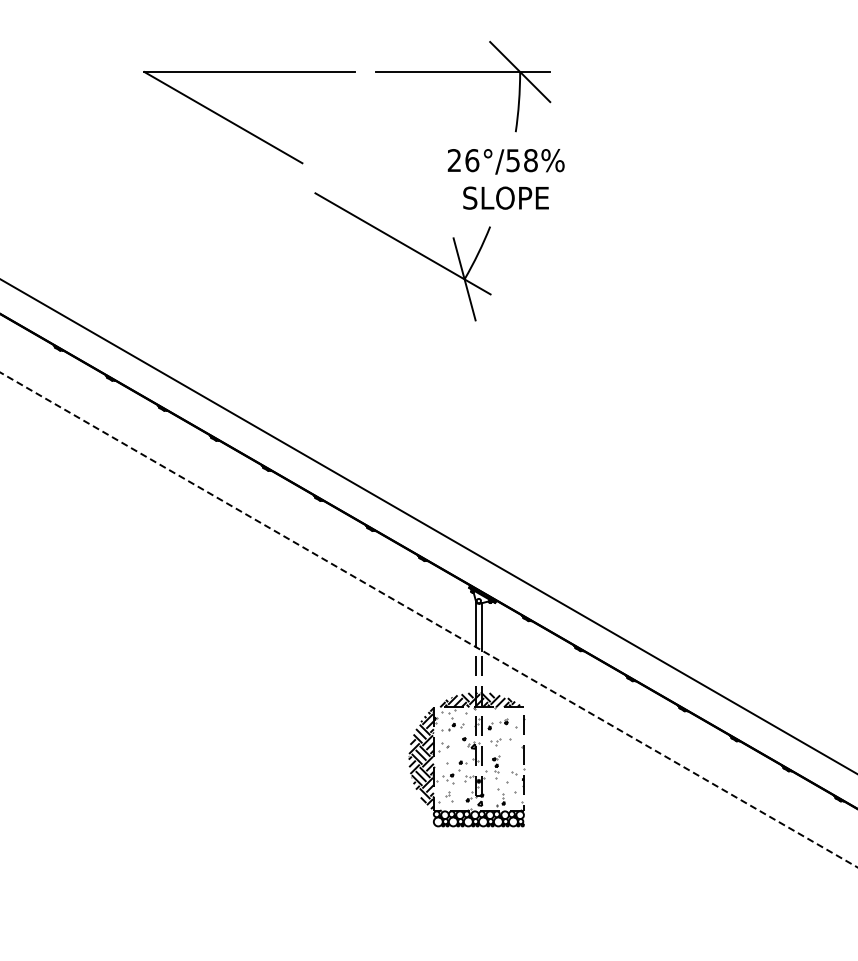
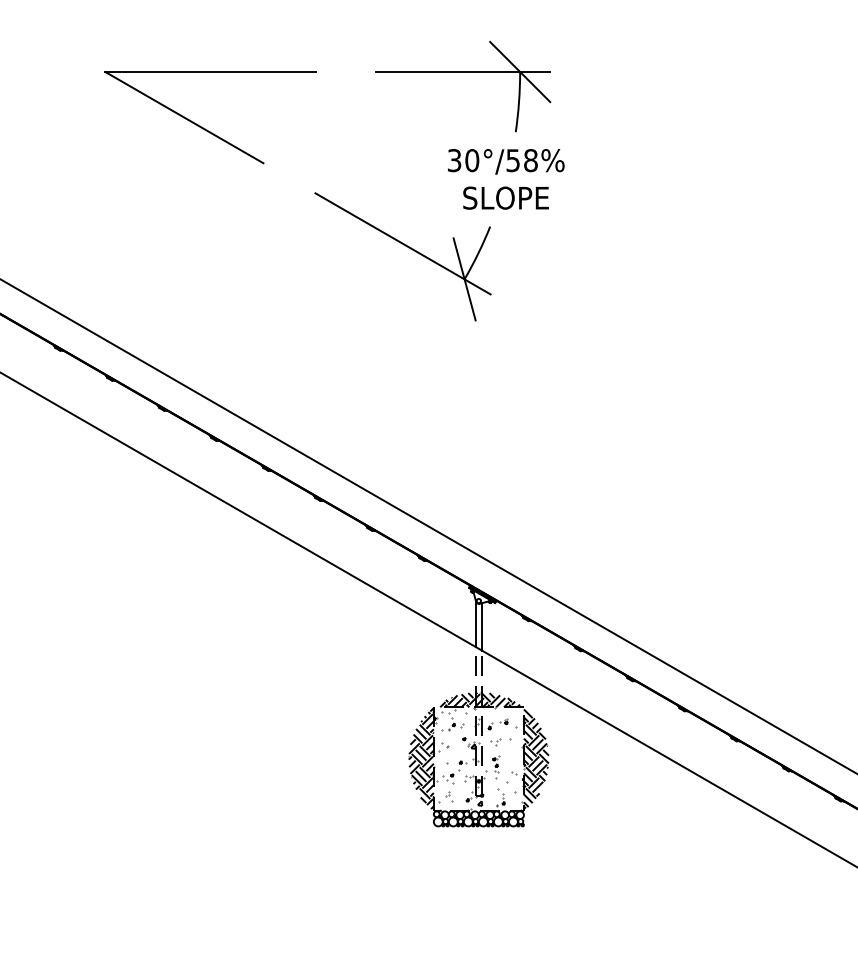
part at (244, 128) position: (244, 128) -> (205, 128)
text at (463, 160): 26°/58% -> 30°/58%
line at (428, 619): dashed -> solid
hatch at (535, 759): none -> present
